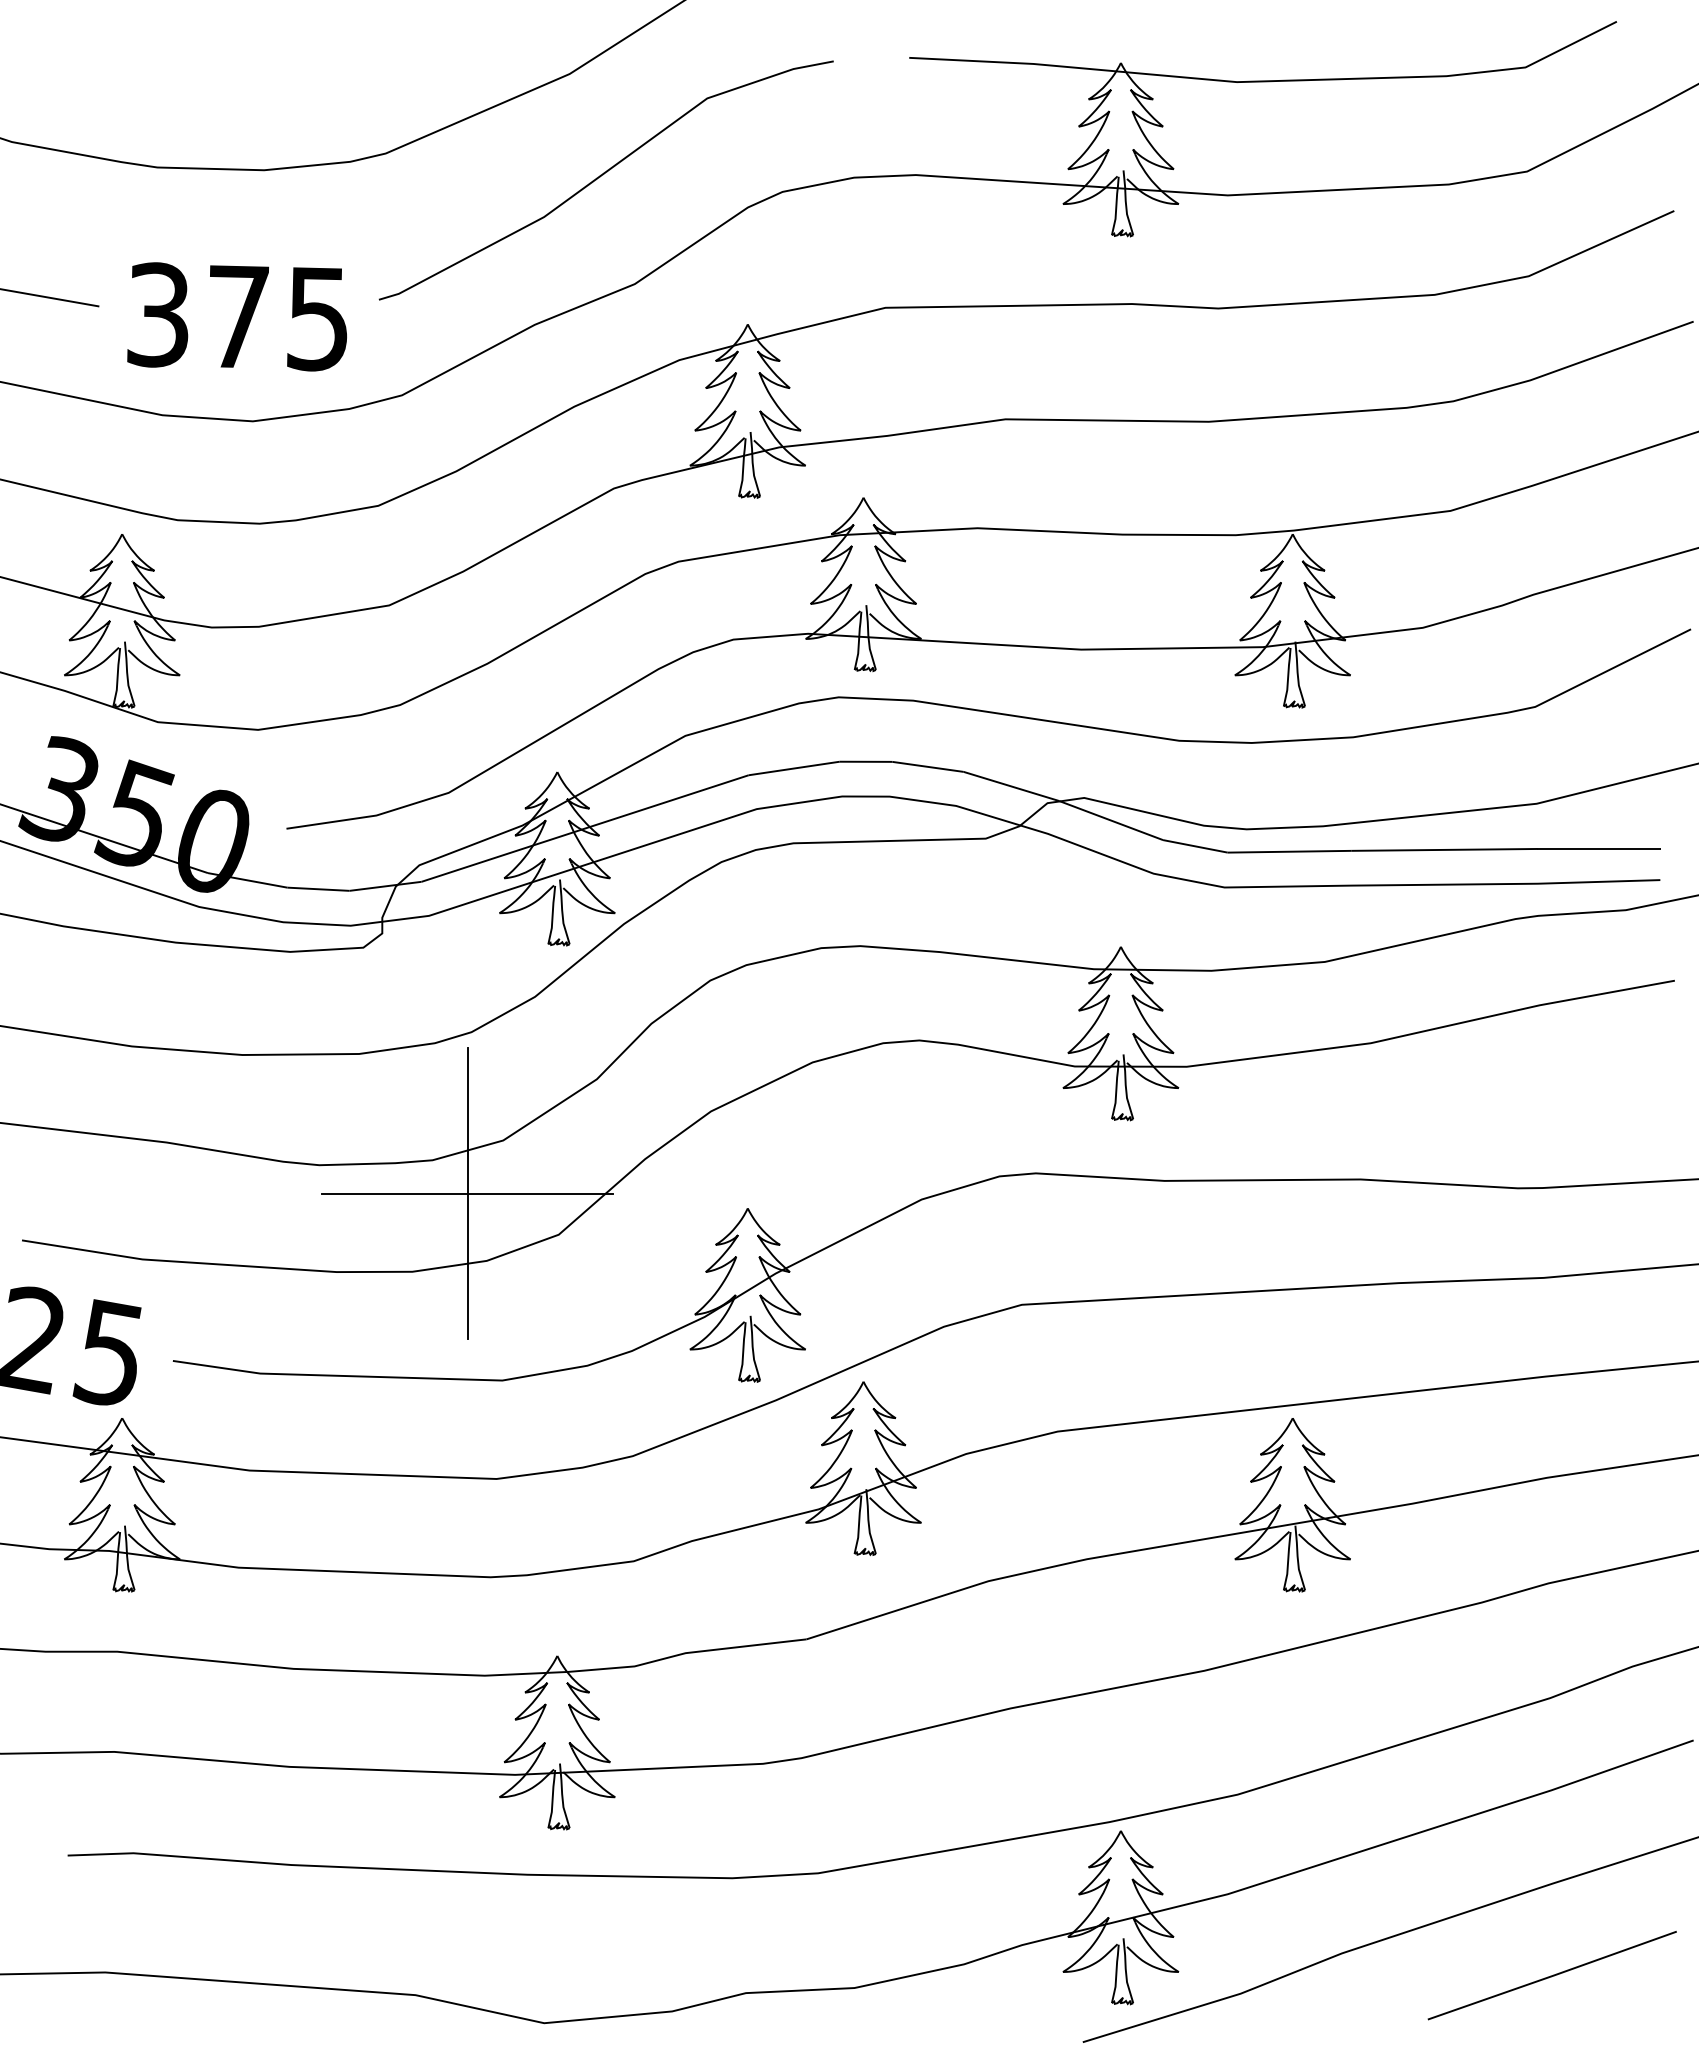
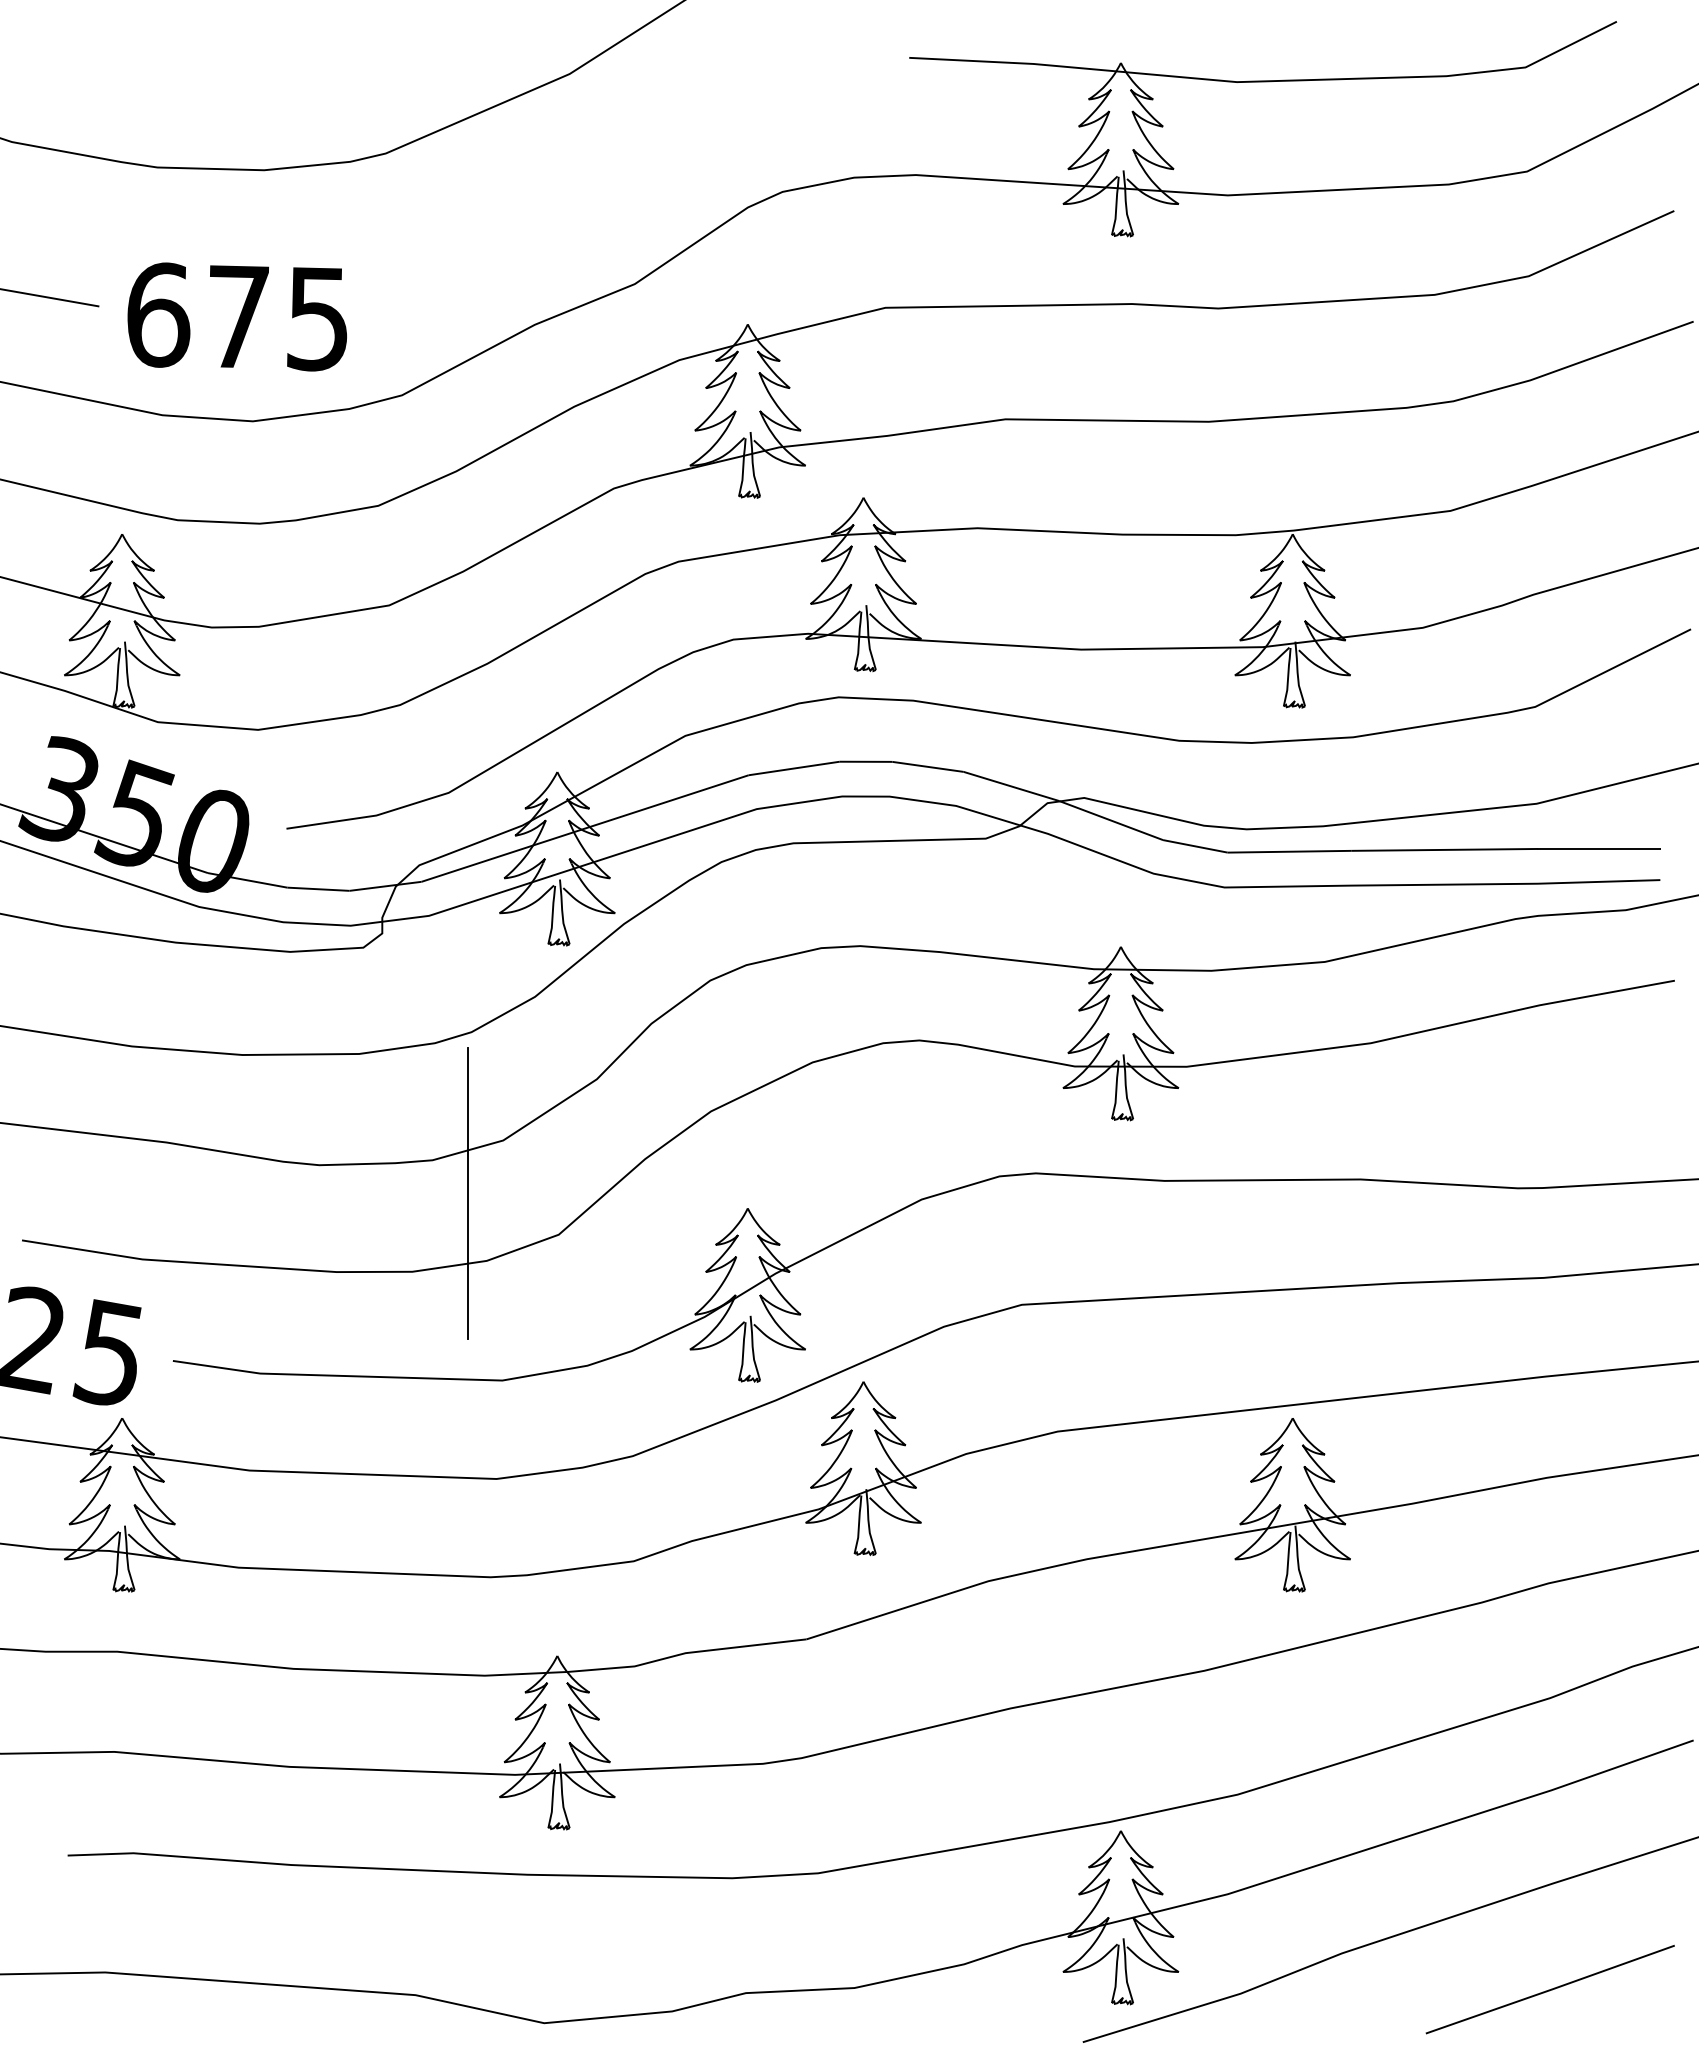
curve at (603, 175): present -> none
text at (158, 314): 375 -> 675
line at (467, 1193): present -> none
line at (1551, 1975) position: (1551, 1975) -> (1549, 1989)
